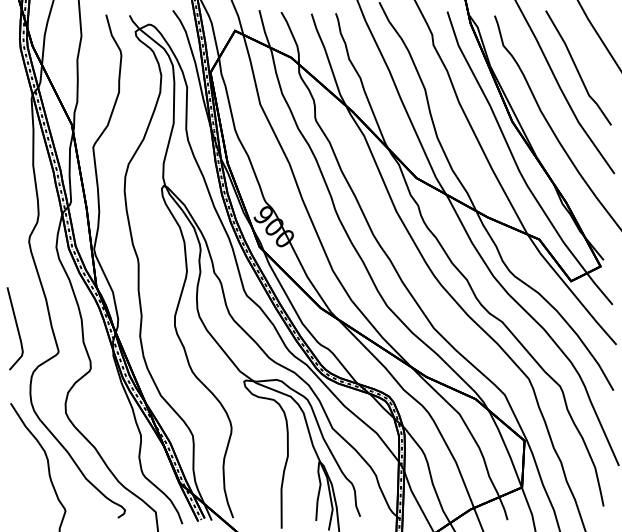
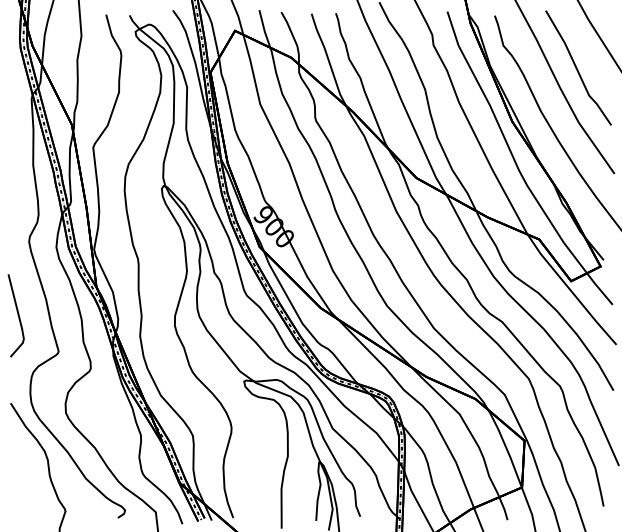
line at (16, 328) position: (16, 328) -> (17, 315)
